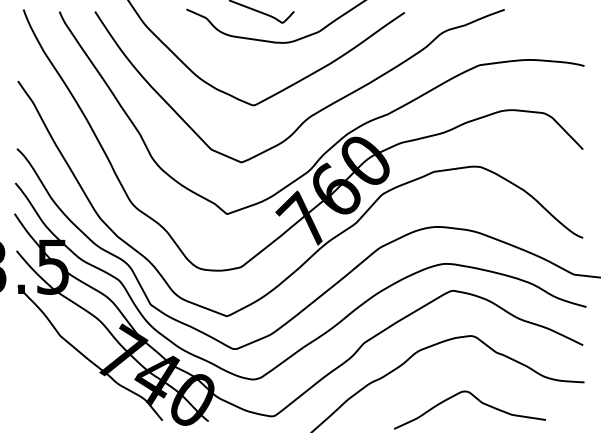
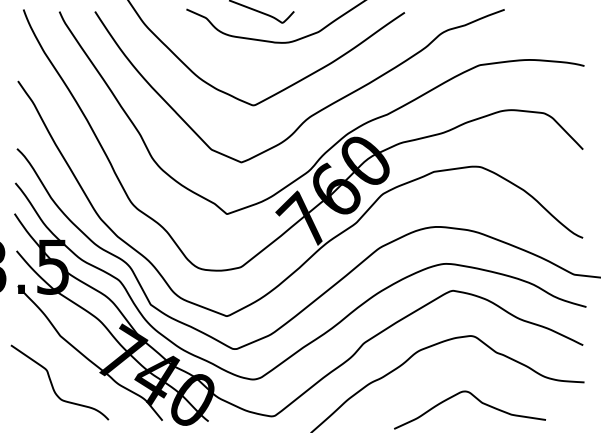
curve at (53, 385): none -> present
